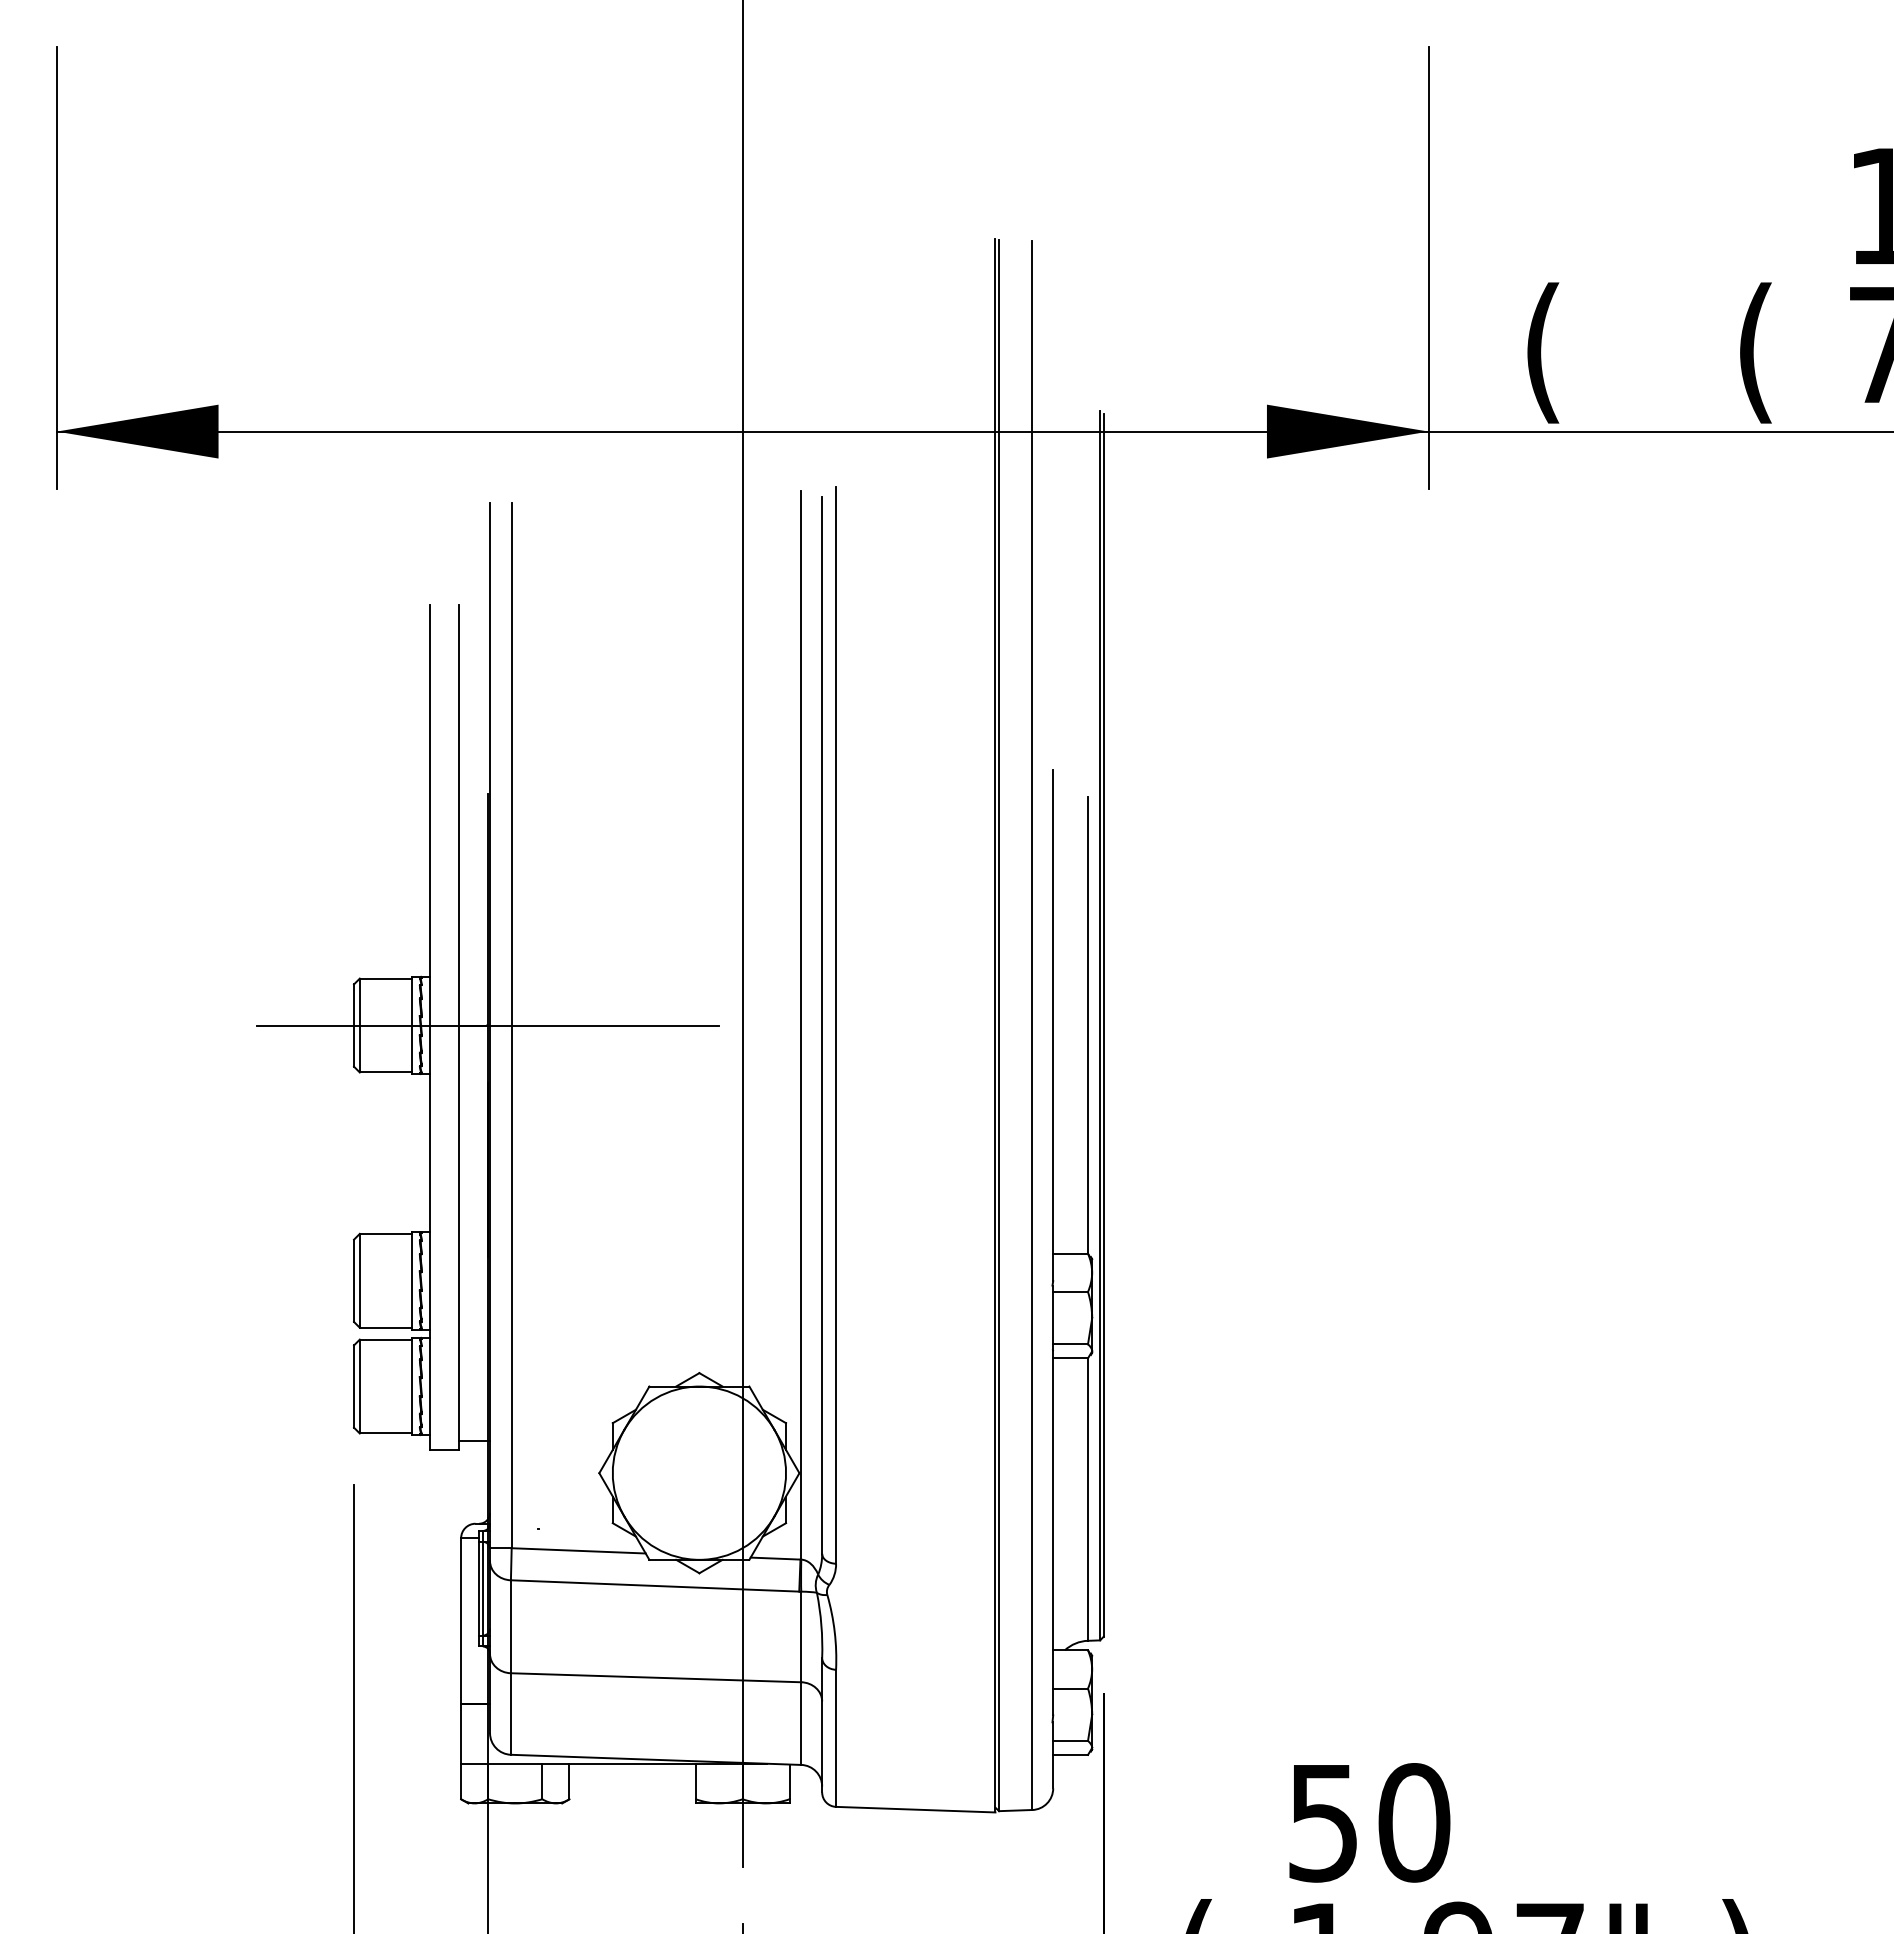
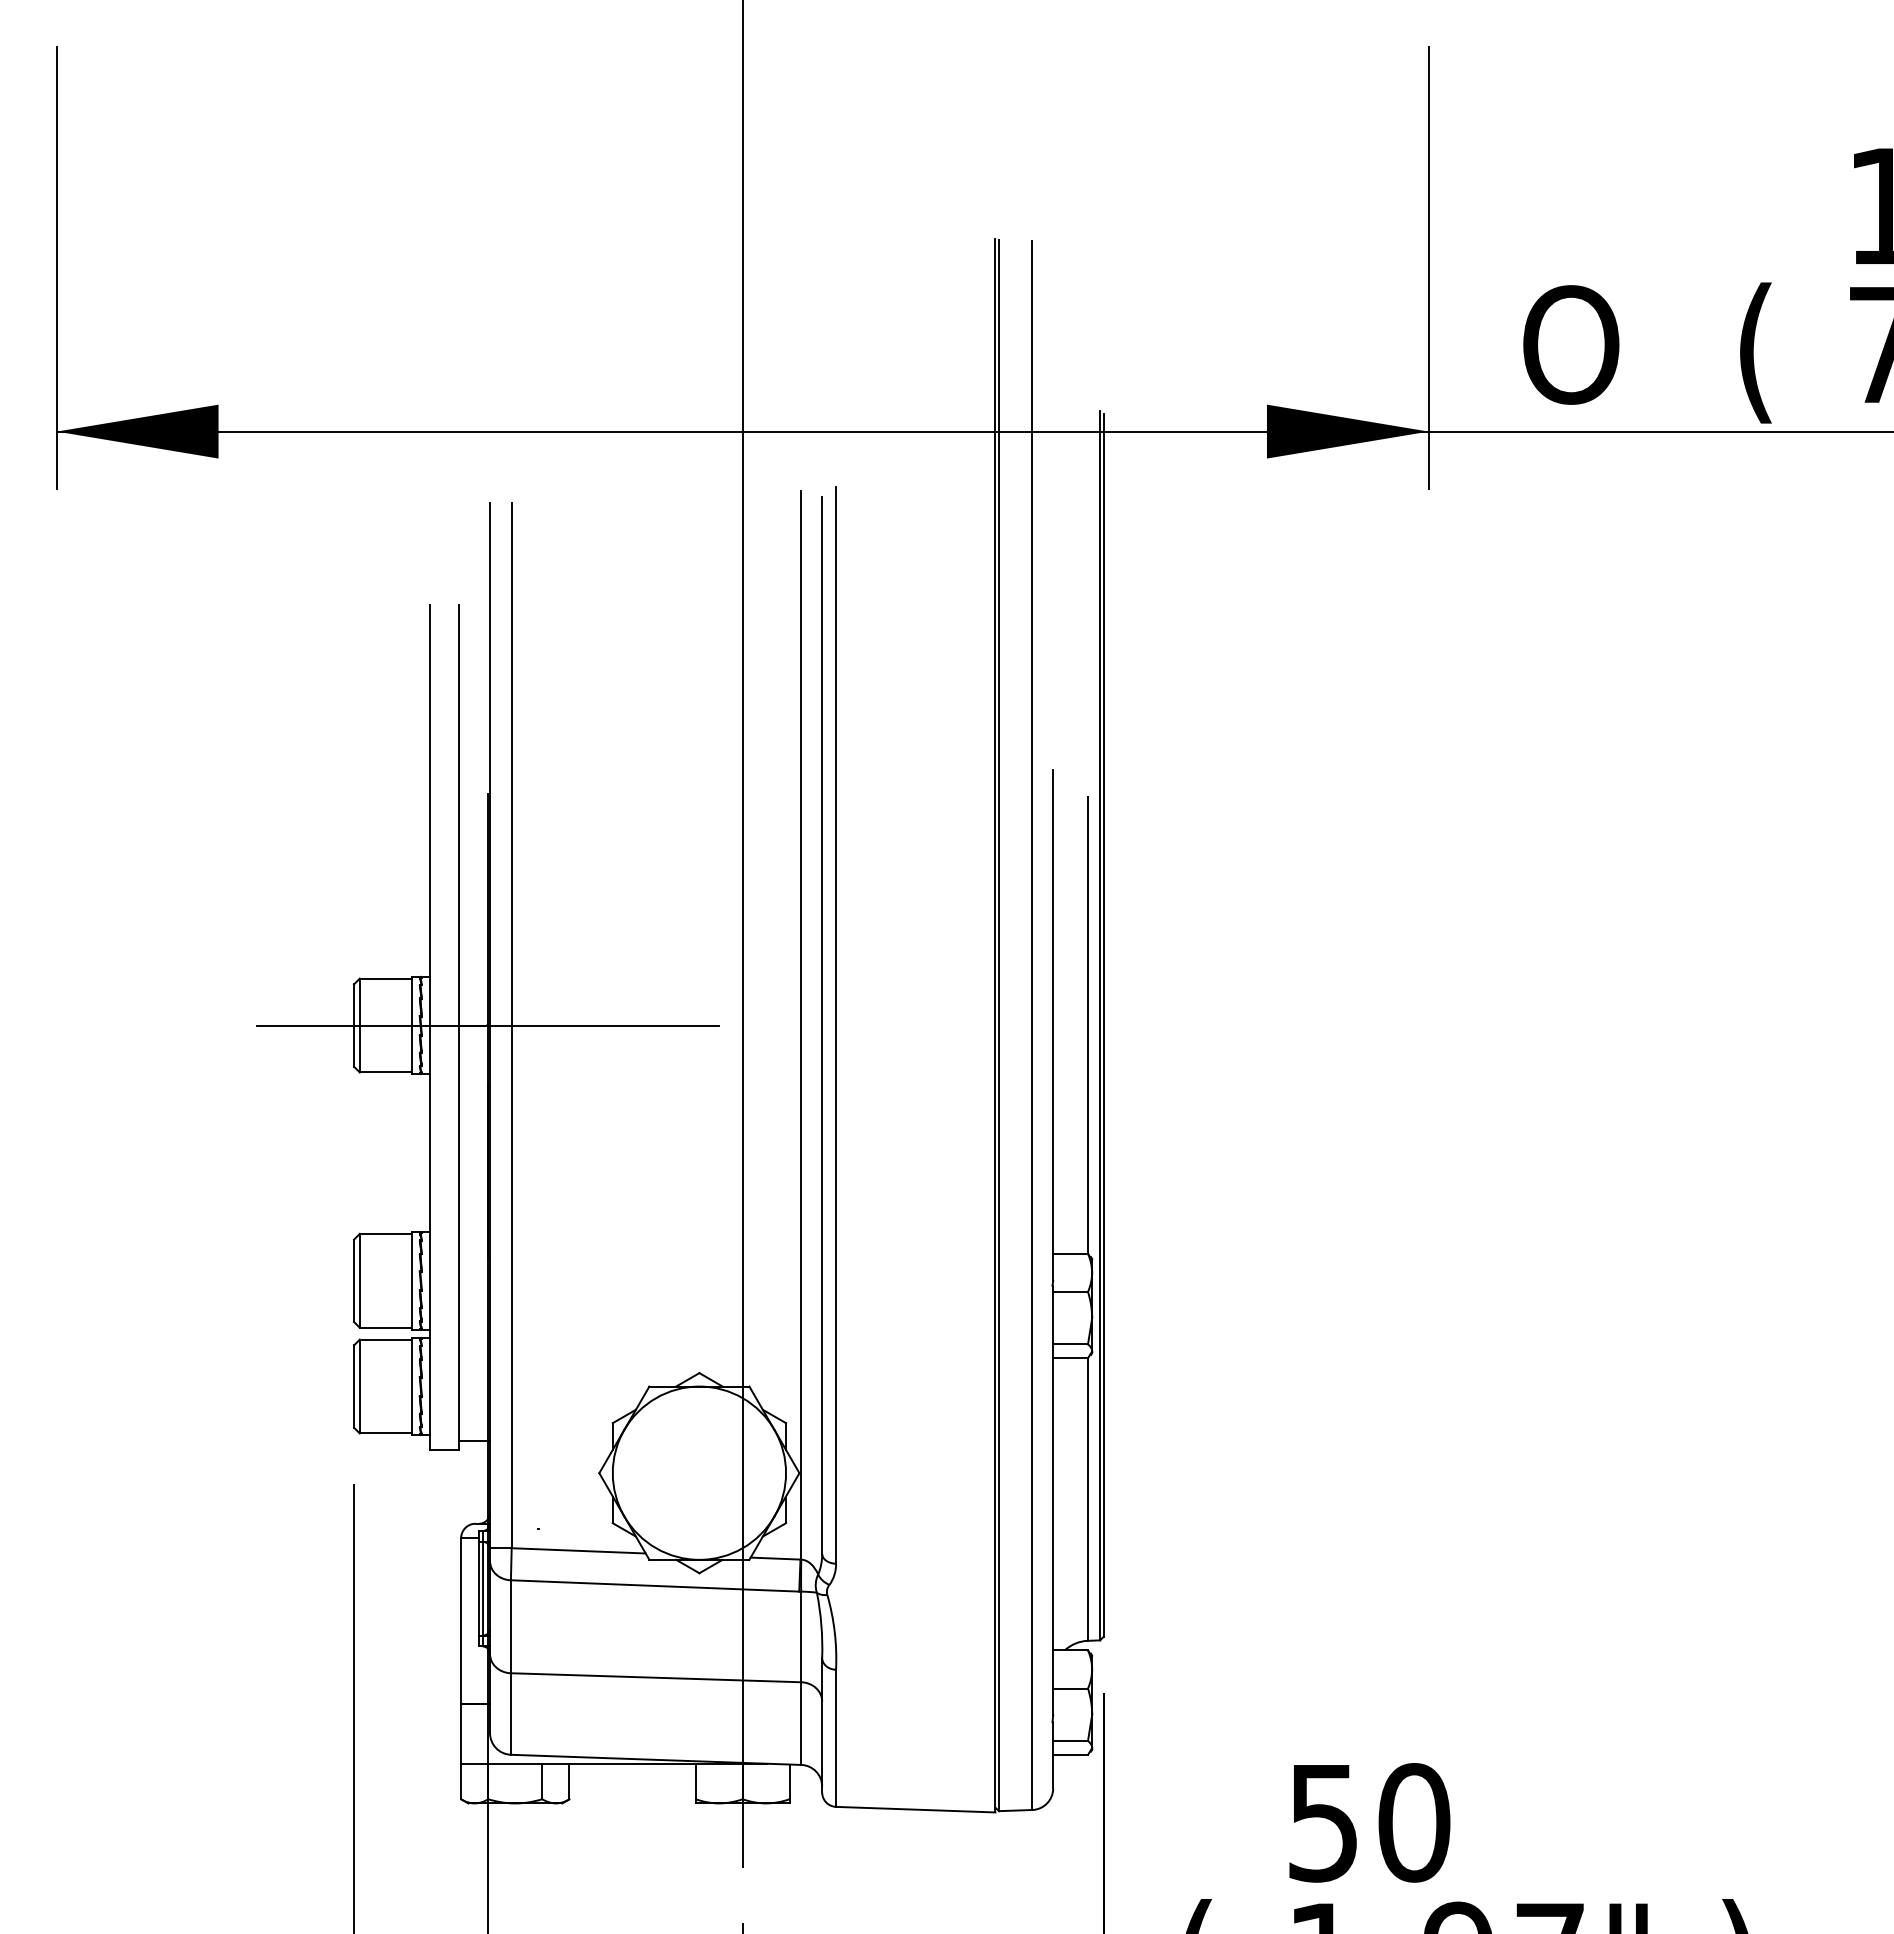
text at (1571, 352): ( -> O
